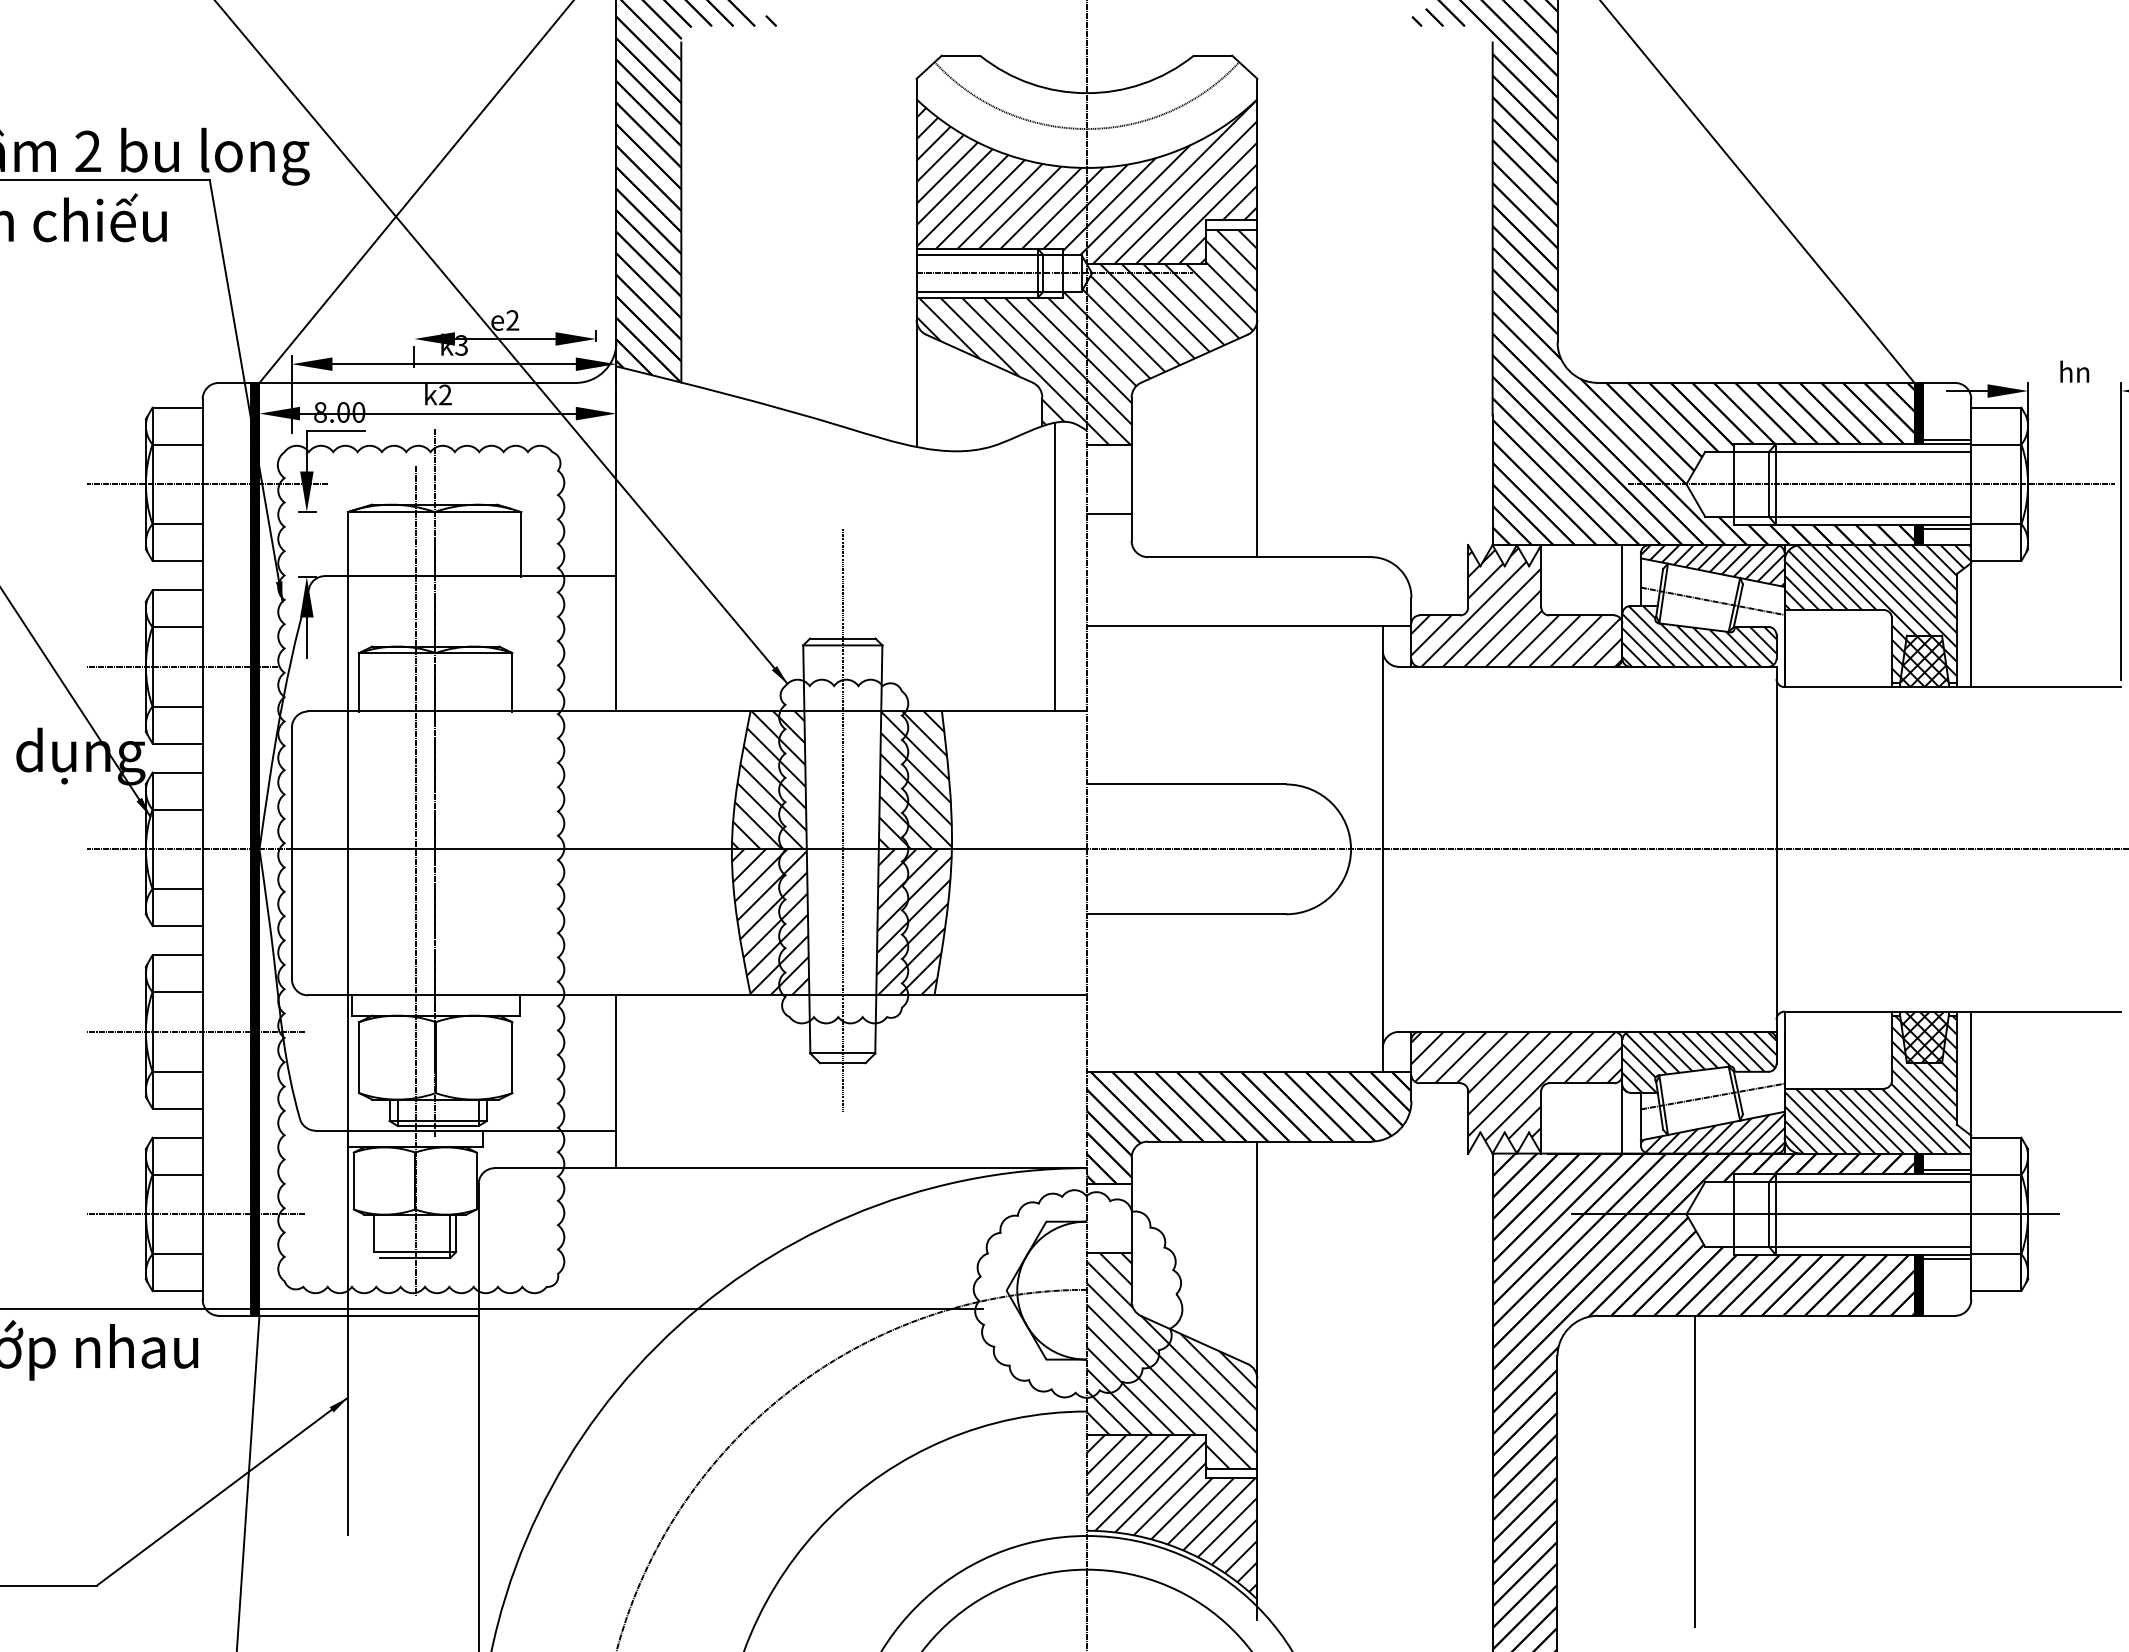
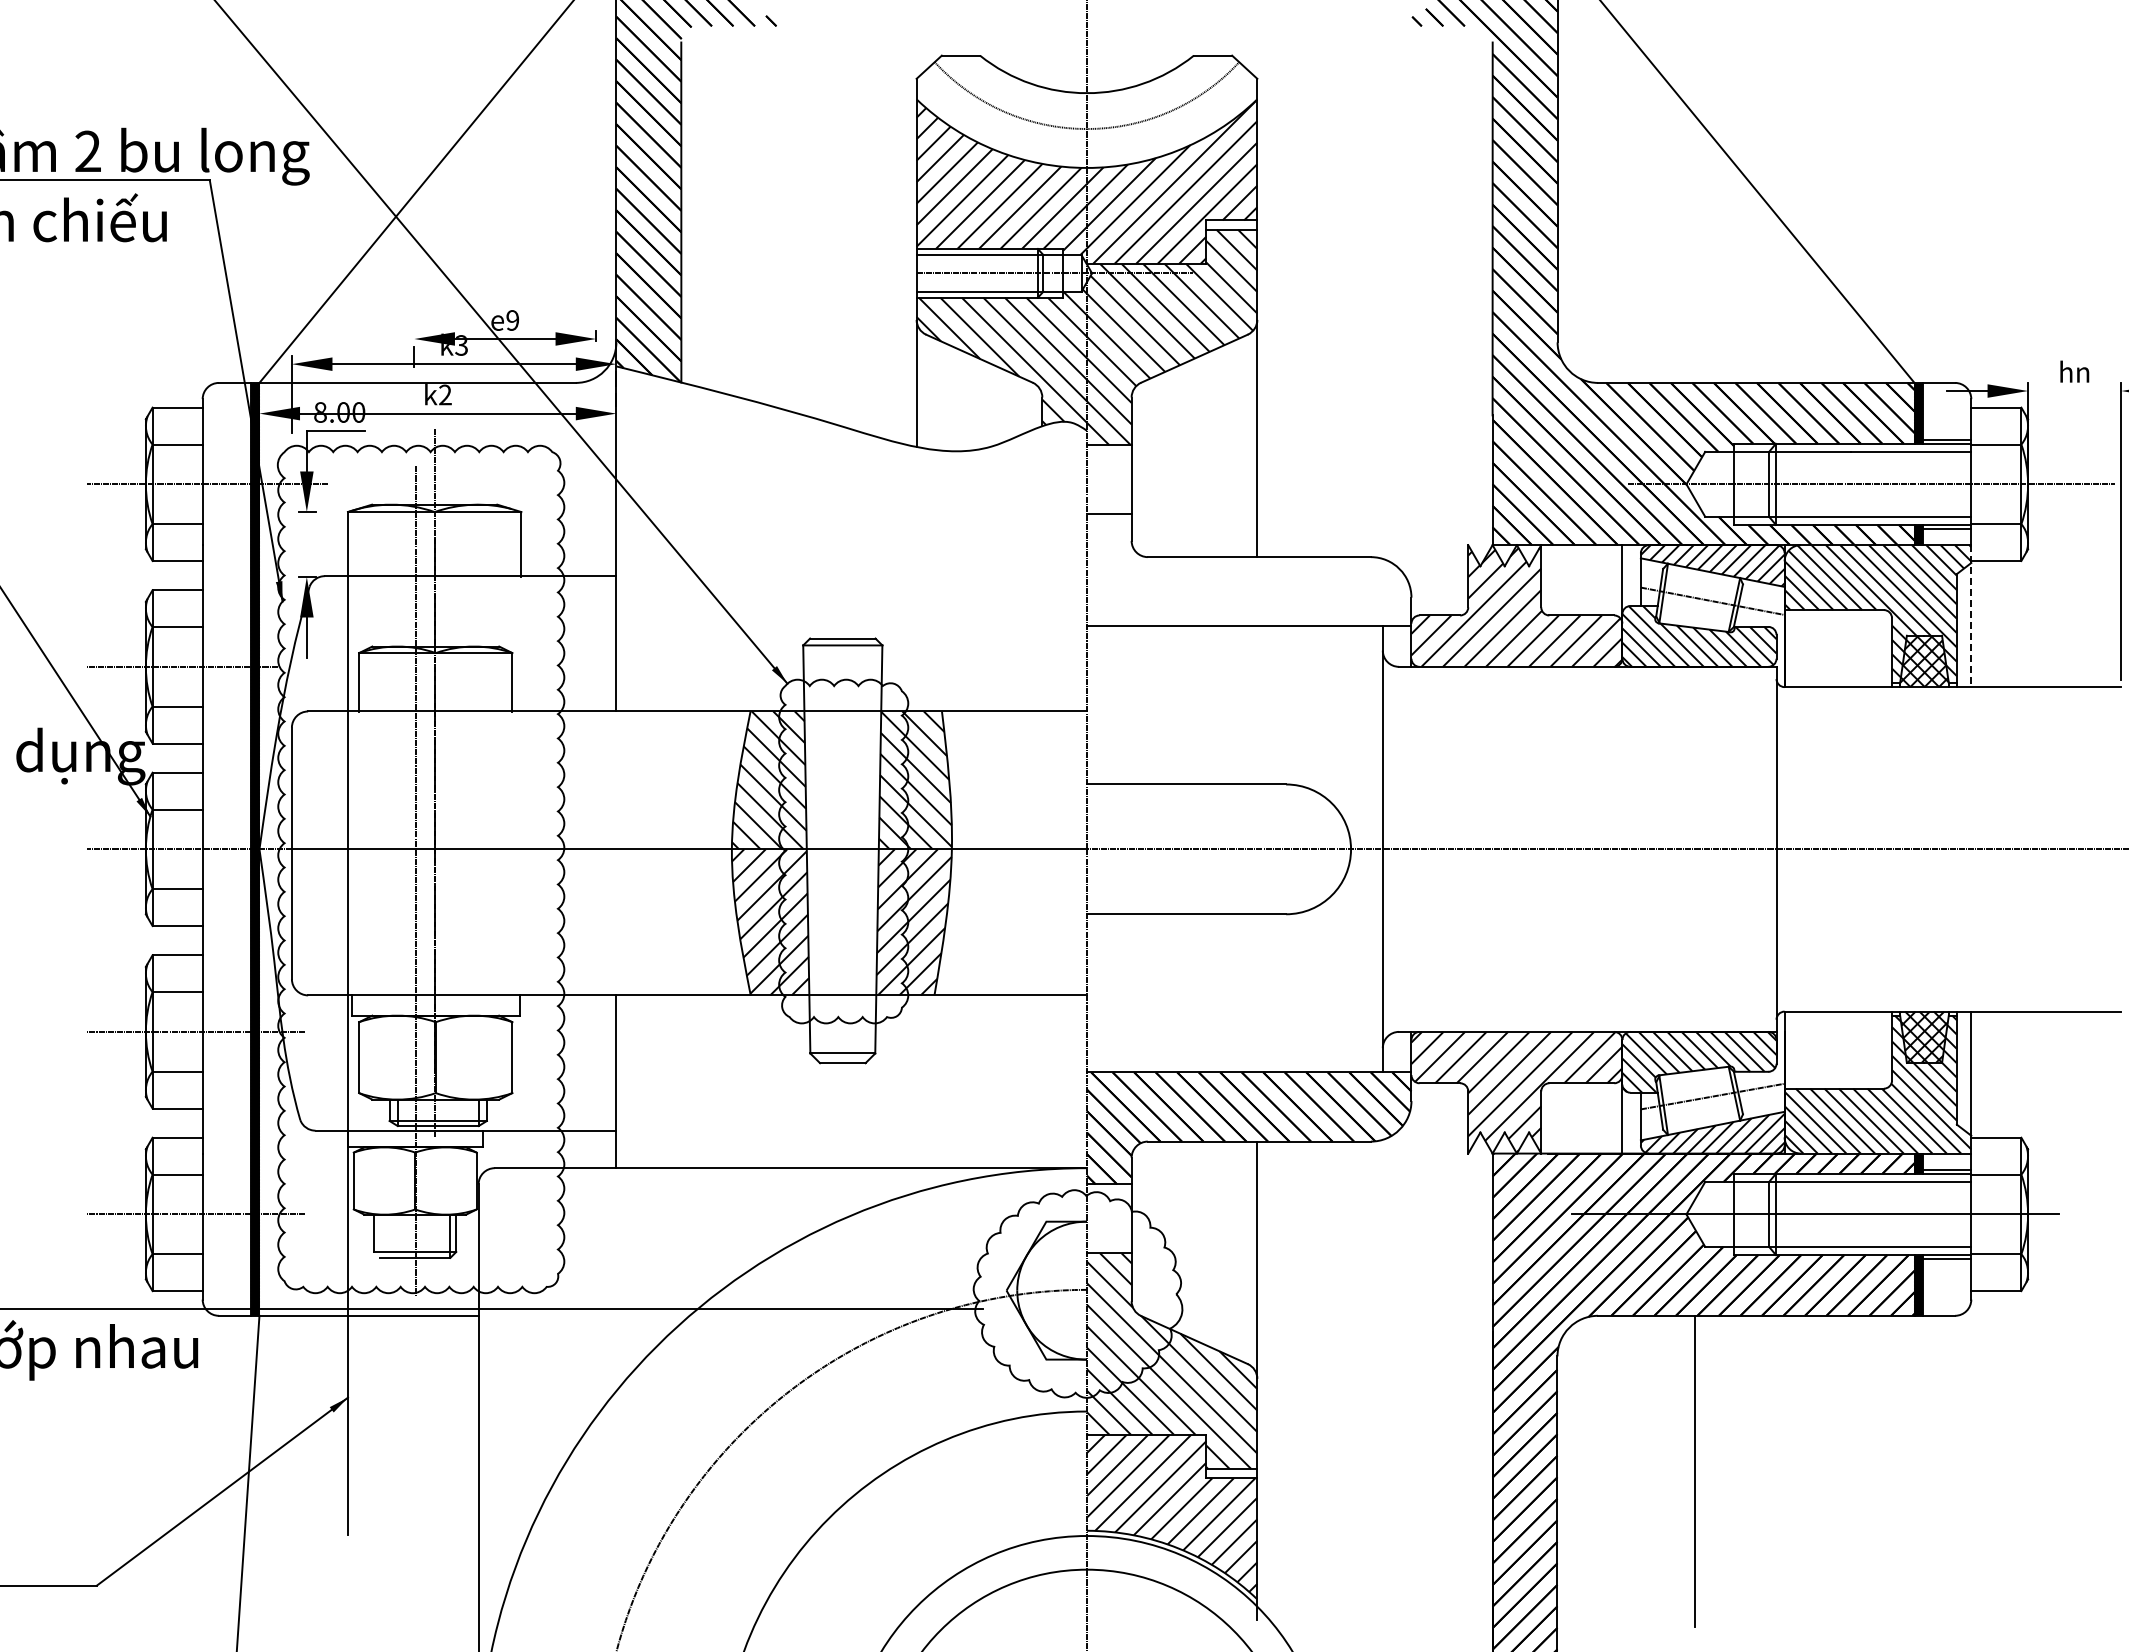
text at (512, 320): e2 -> e9
line at (1054, 566): present -> none
line at (1971, 616): solid -> dashed
line at (842, 820): present -> none
